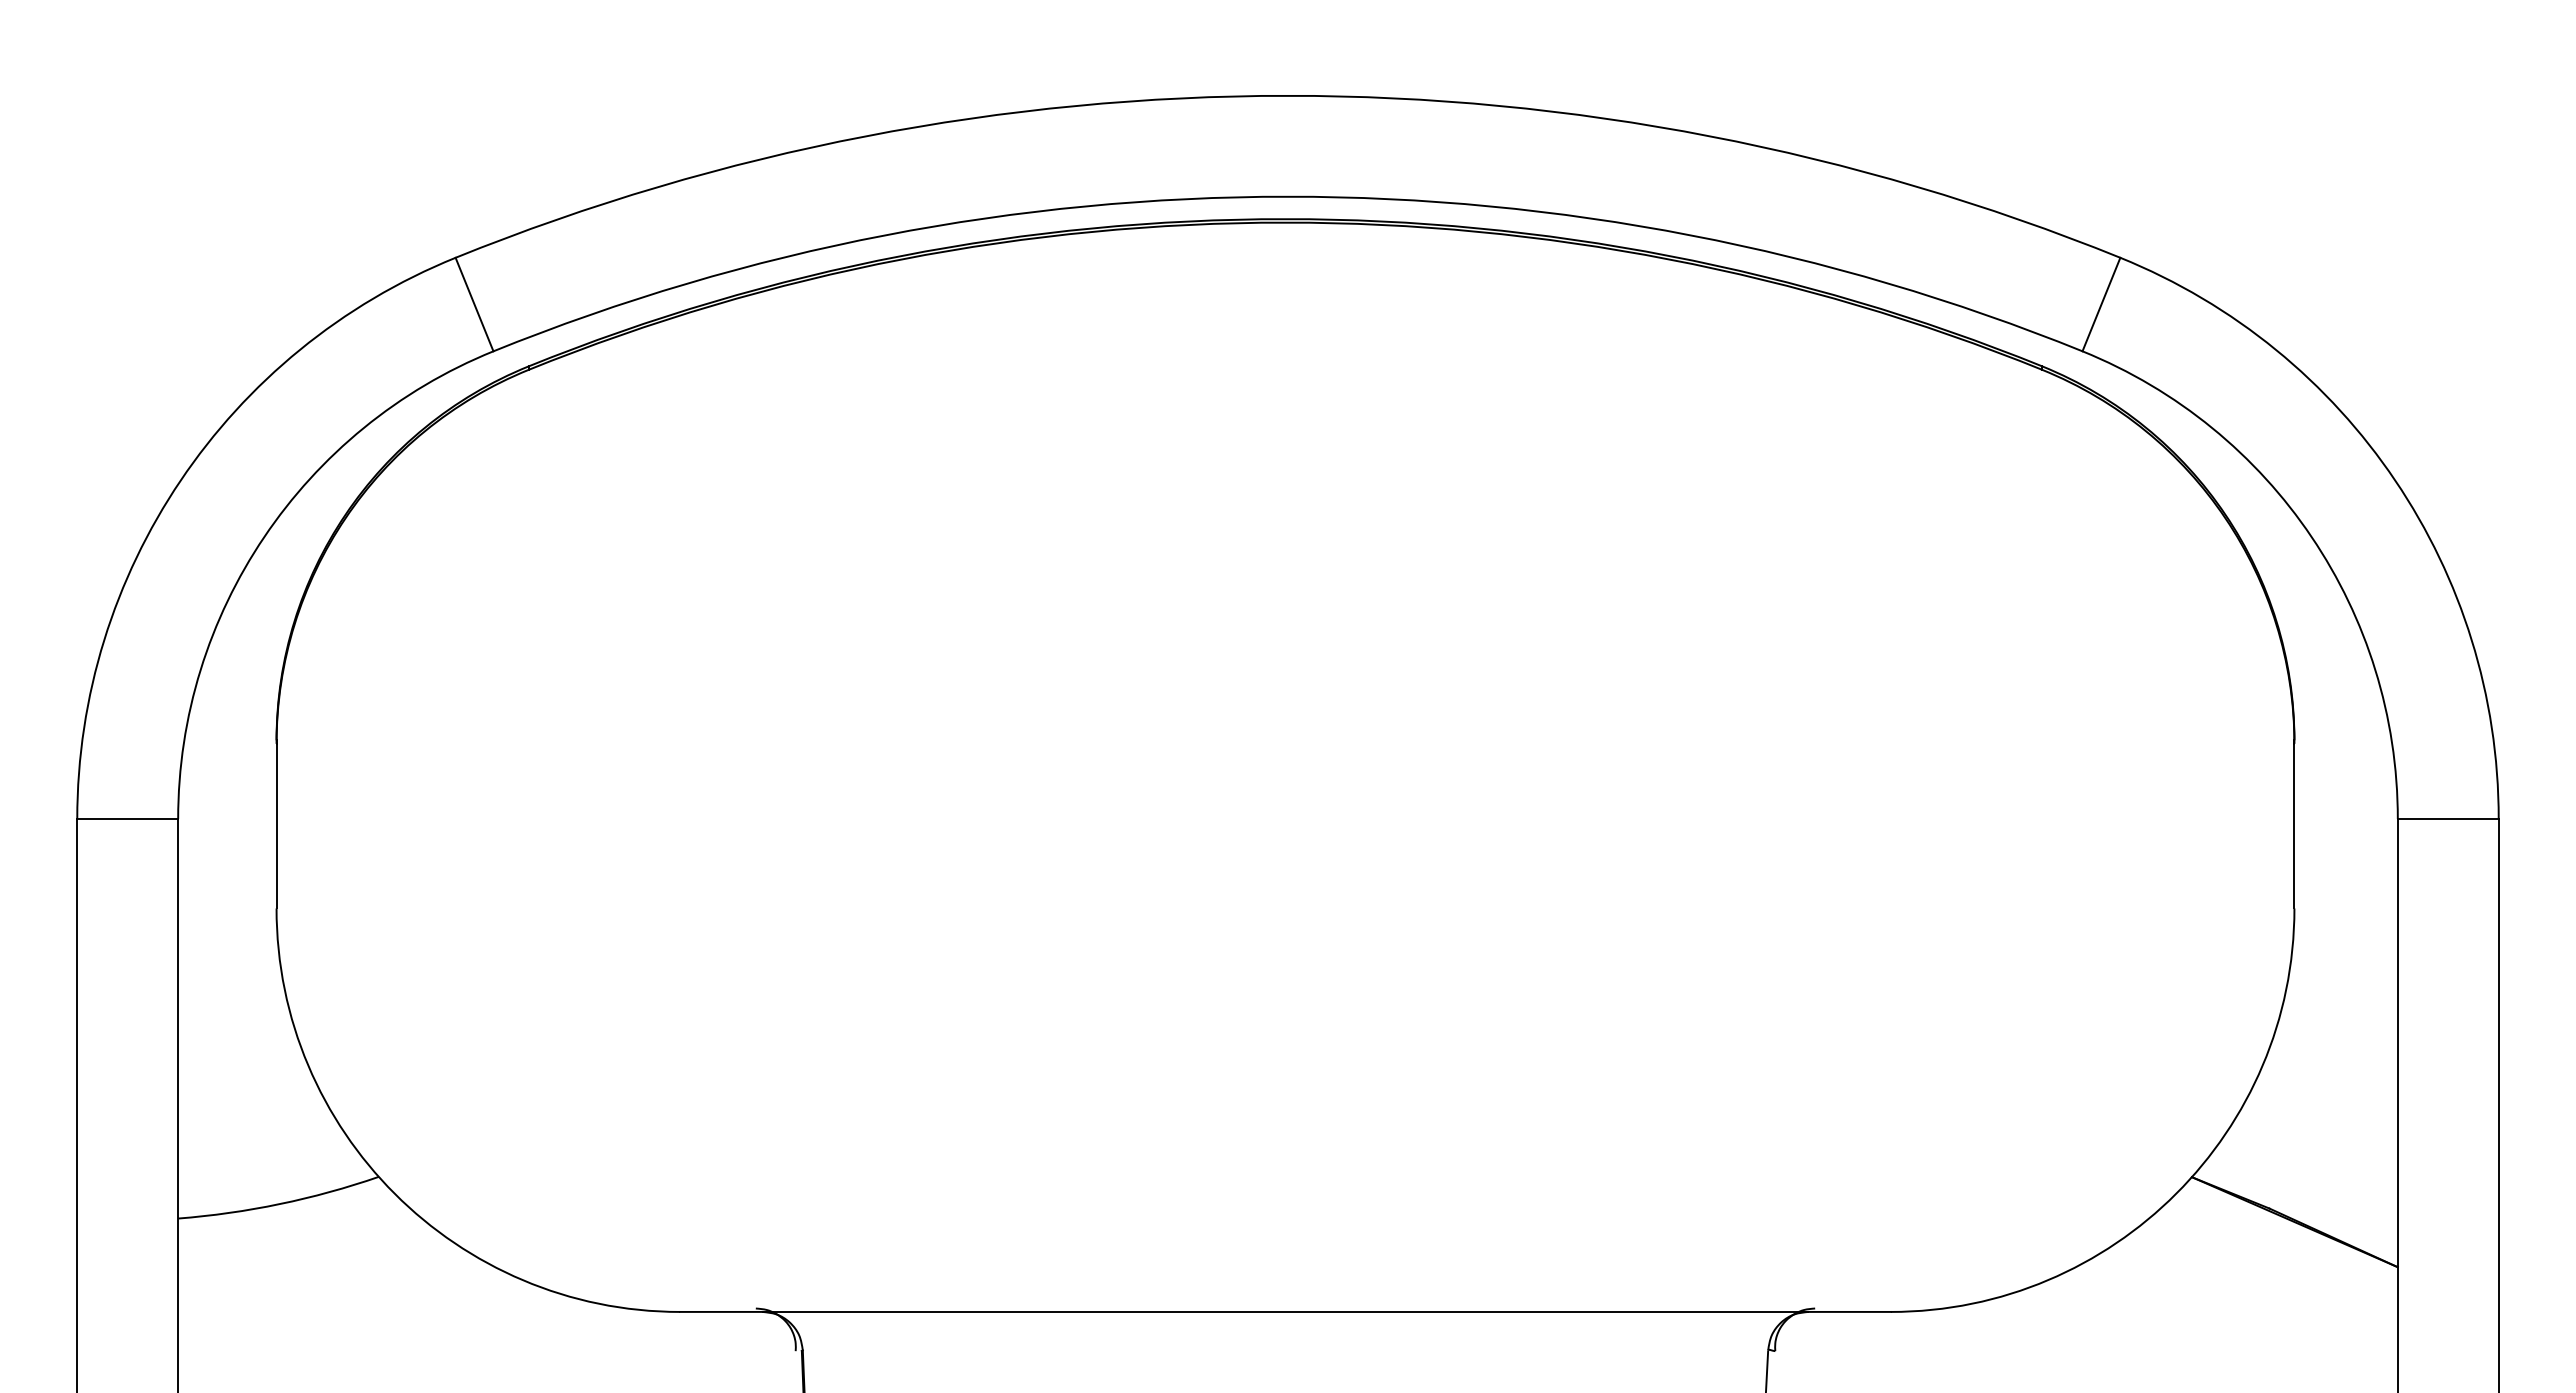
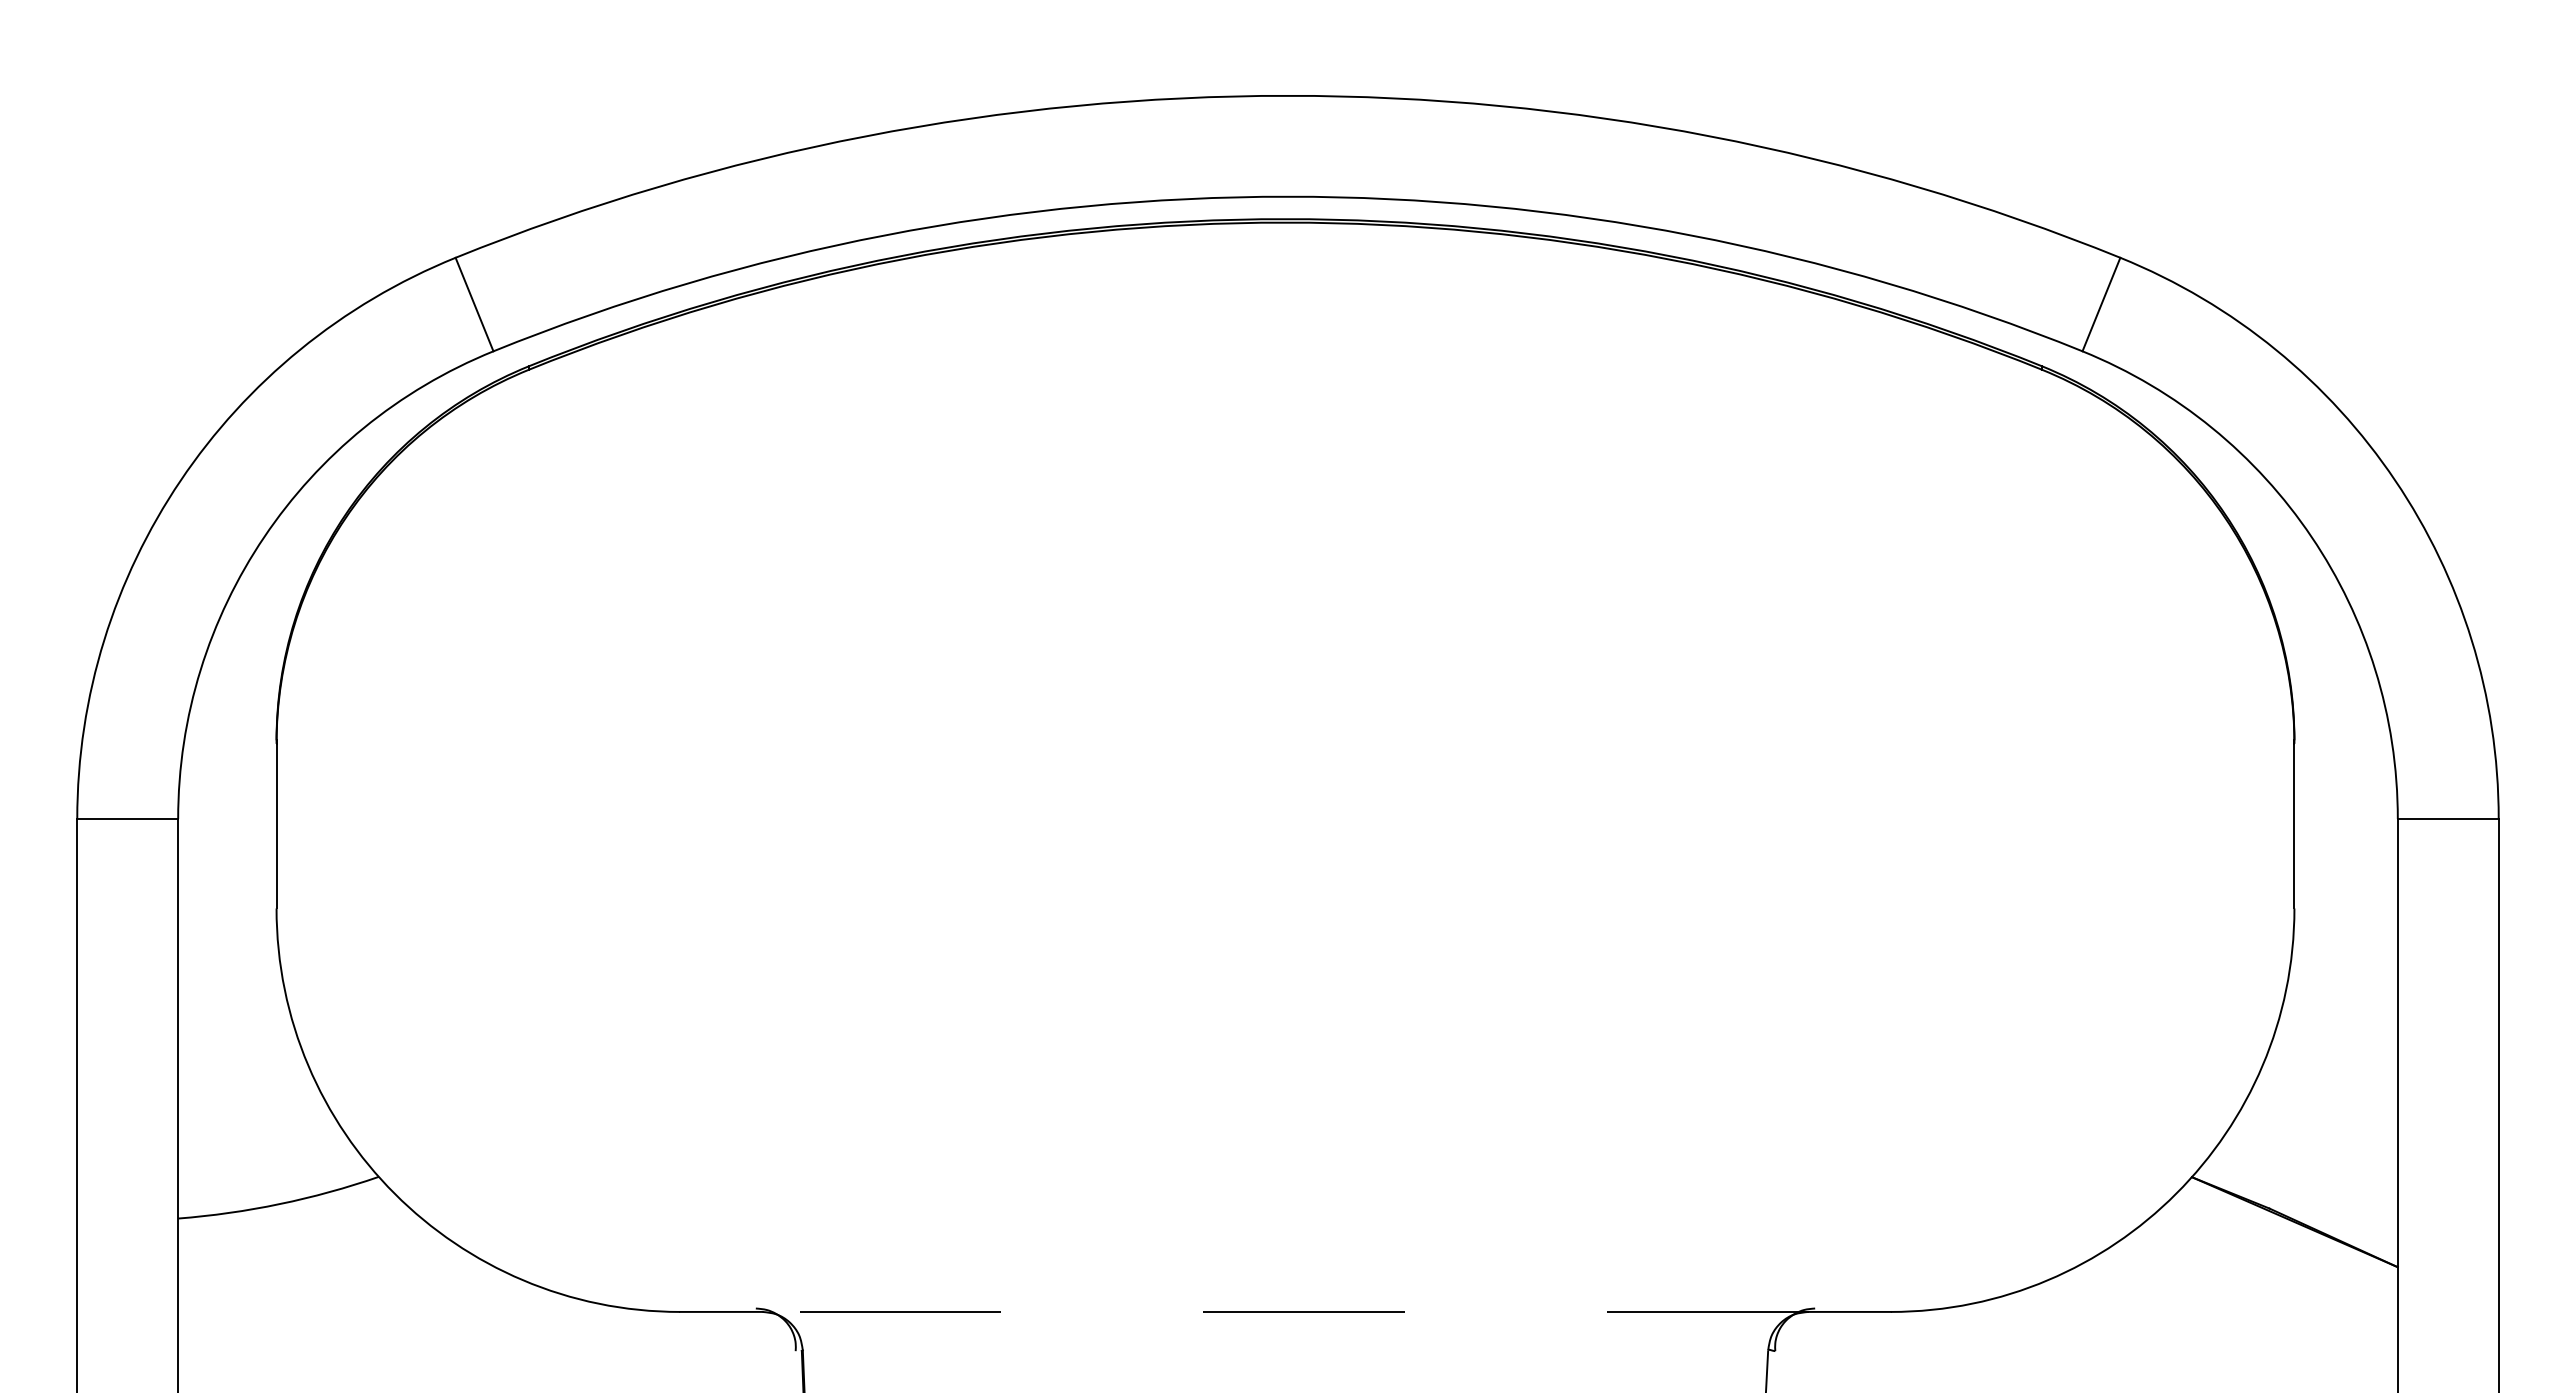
line at (1285, 1311): solid -> dashed
